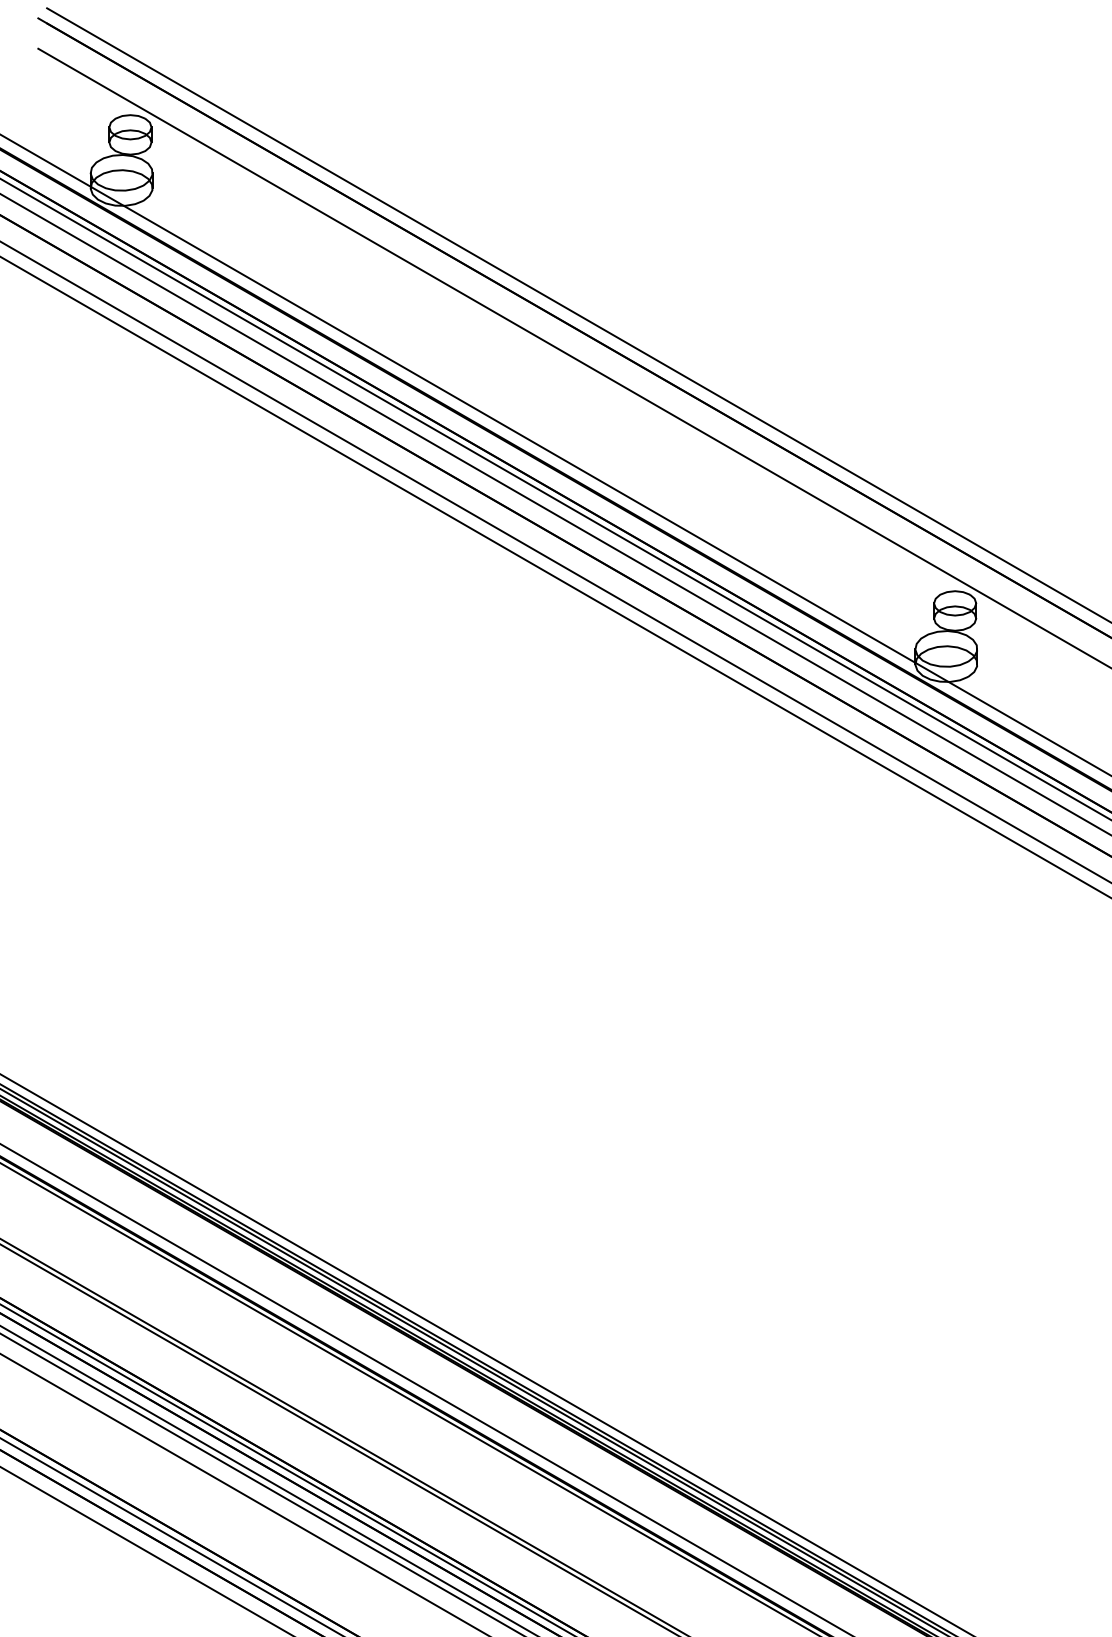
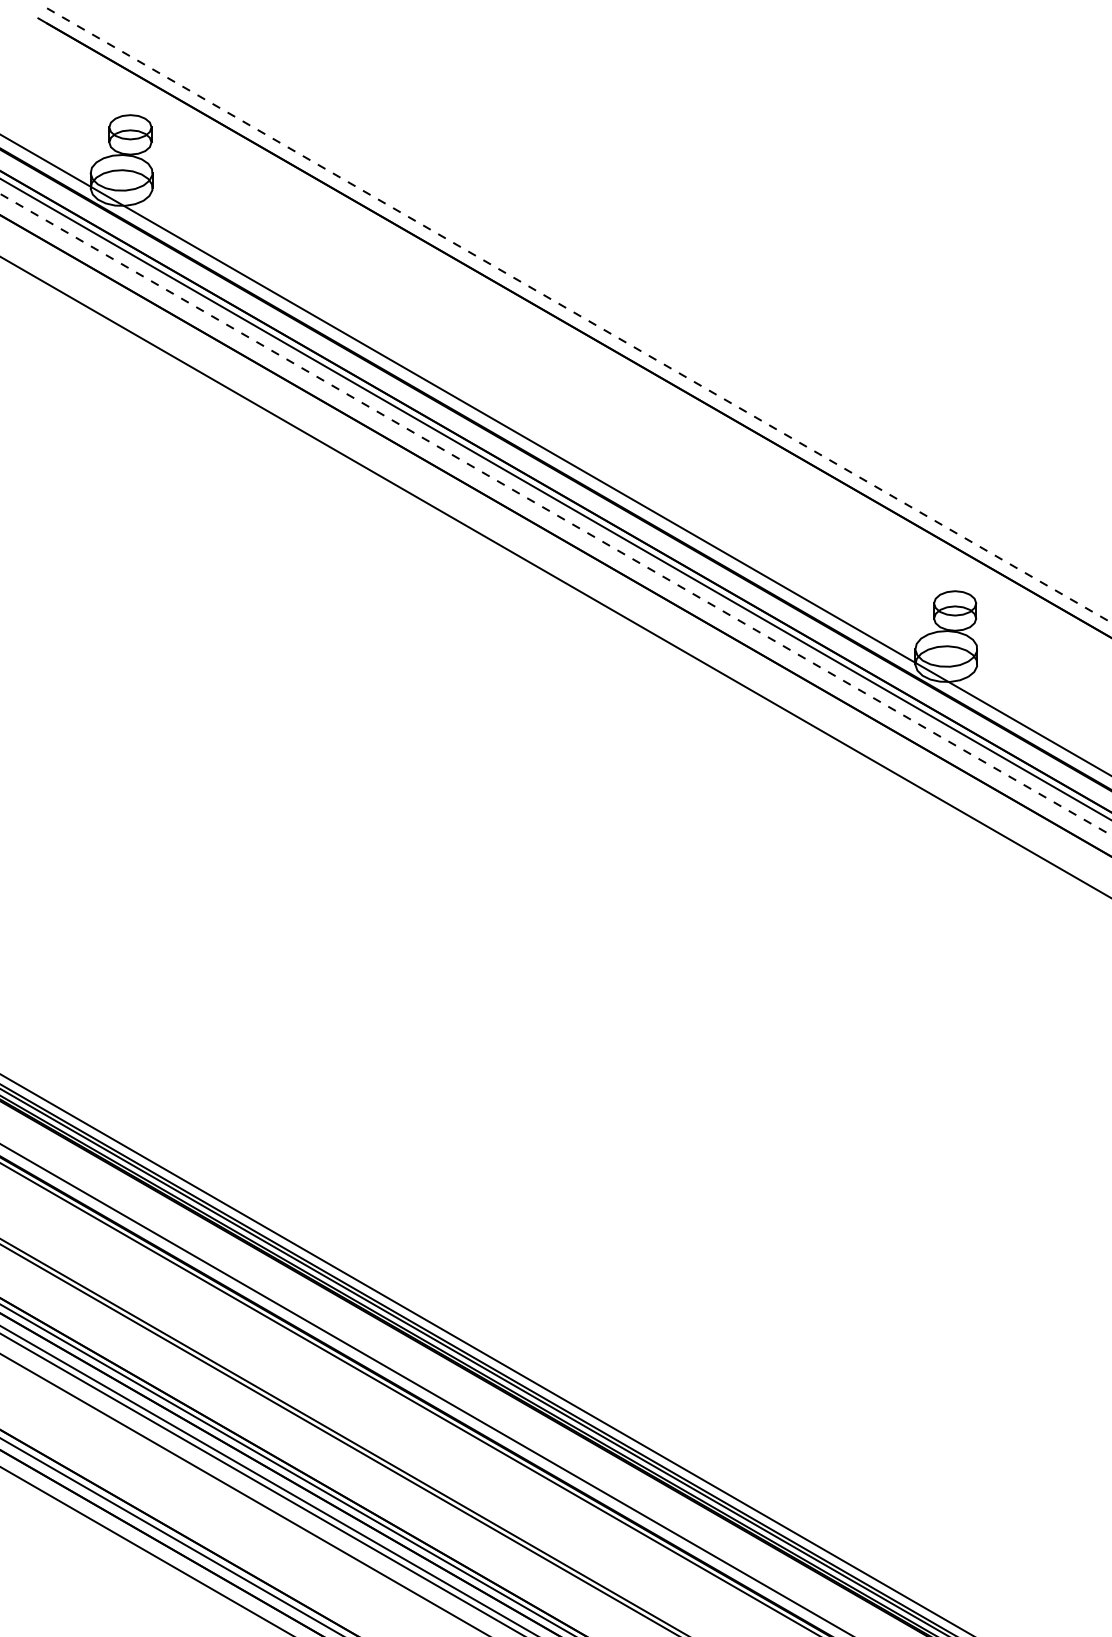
line at (579, 315): solid -> dashed
line at (573, 357): present -> none
line at (556, 514): solid -> dashed
line at (555, 561): present -> none
